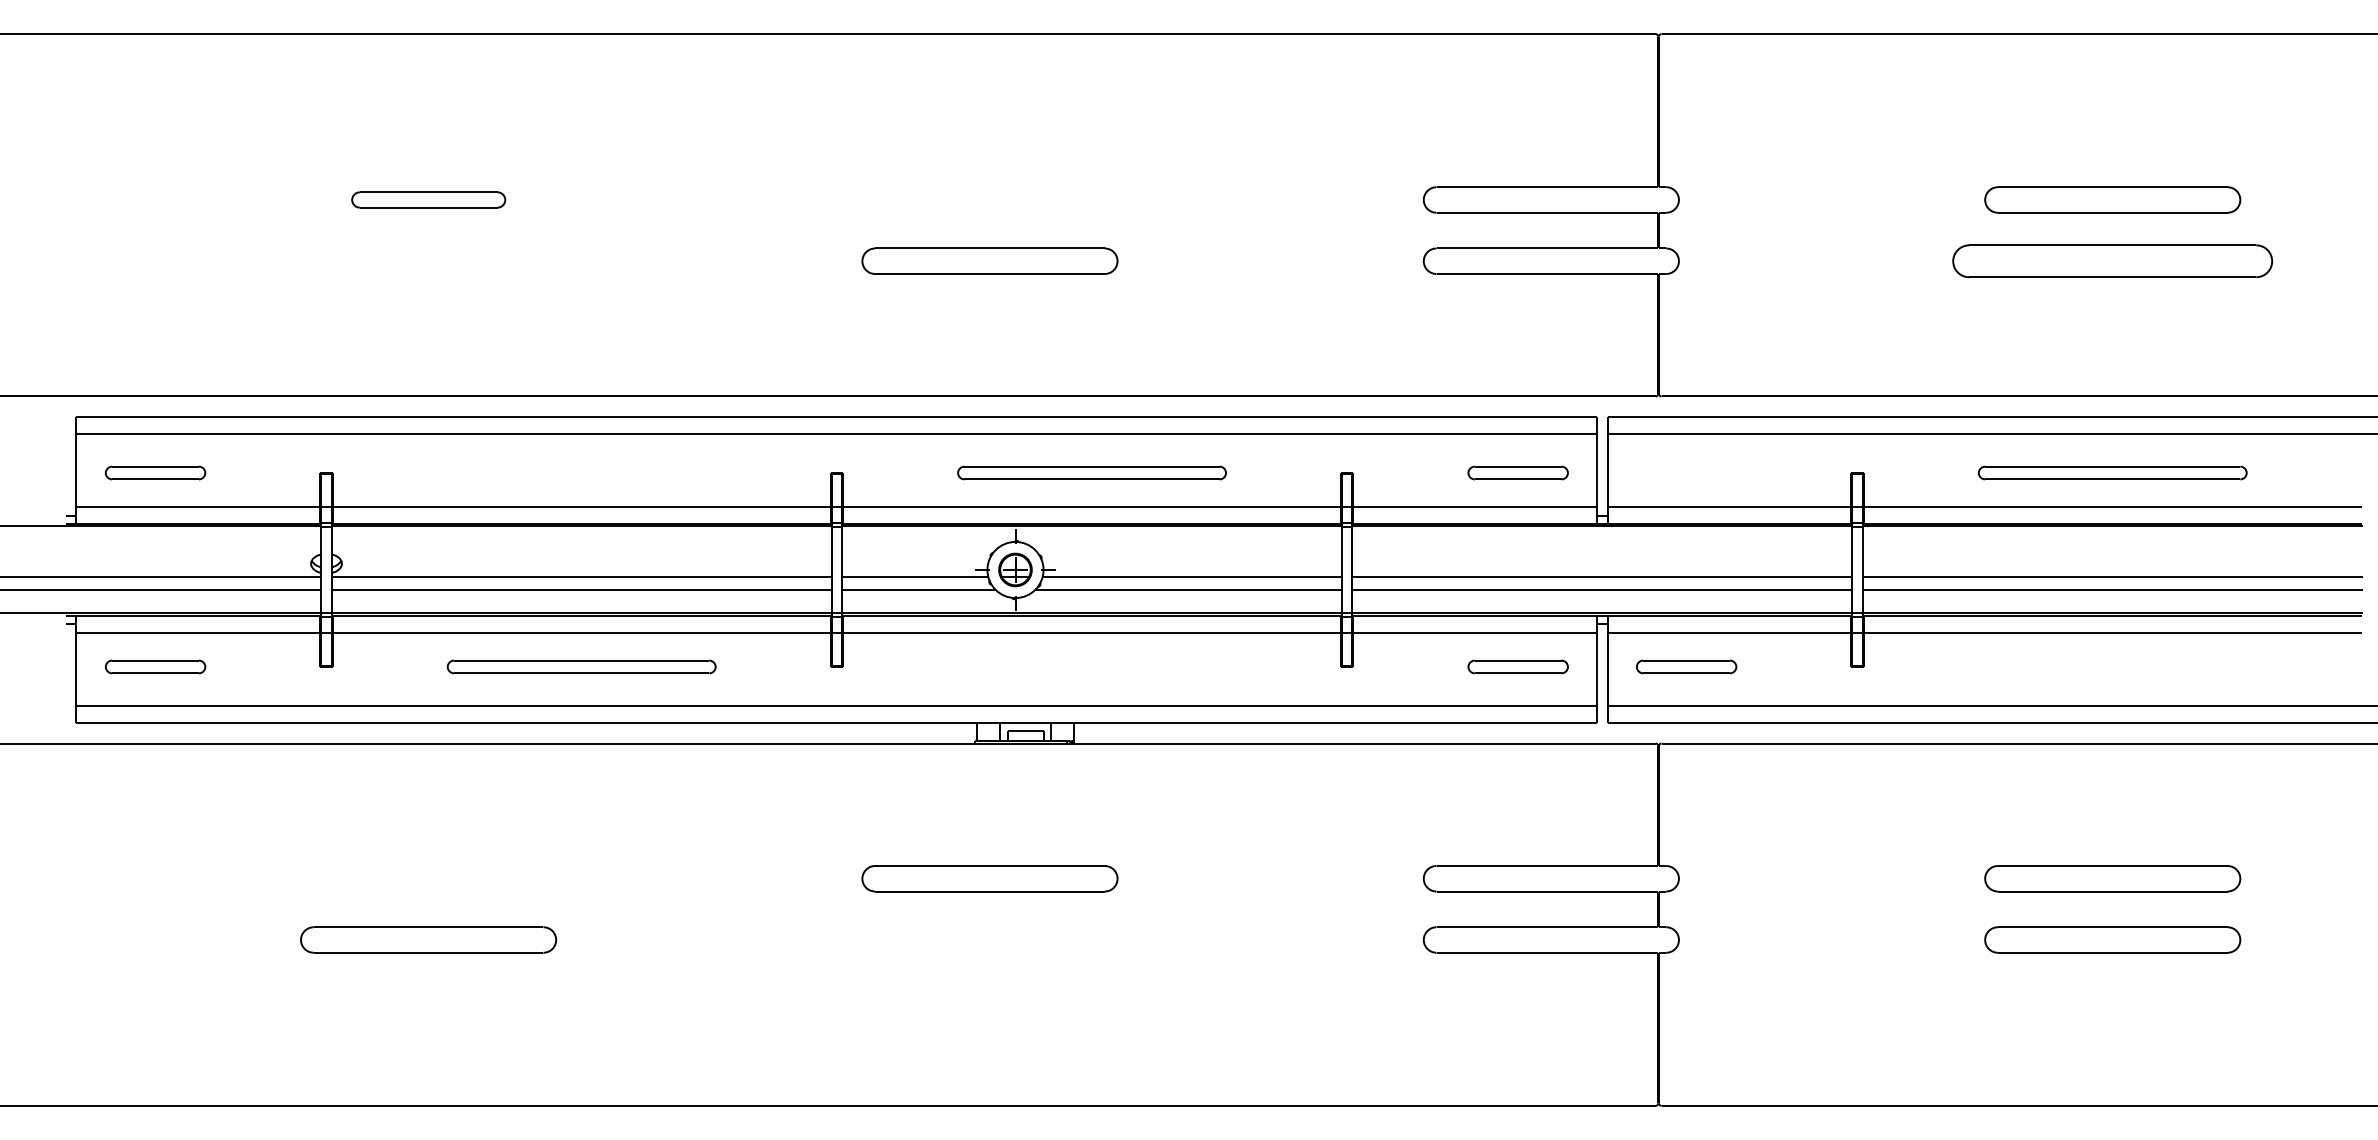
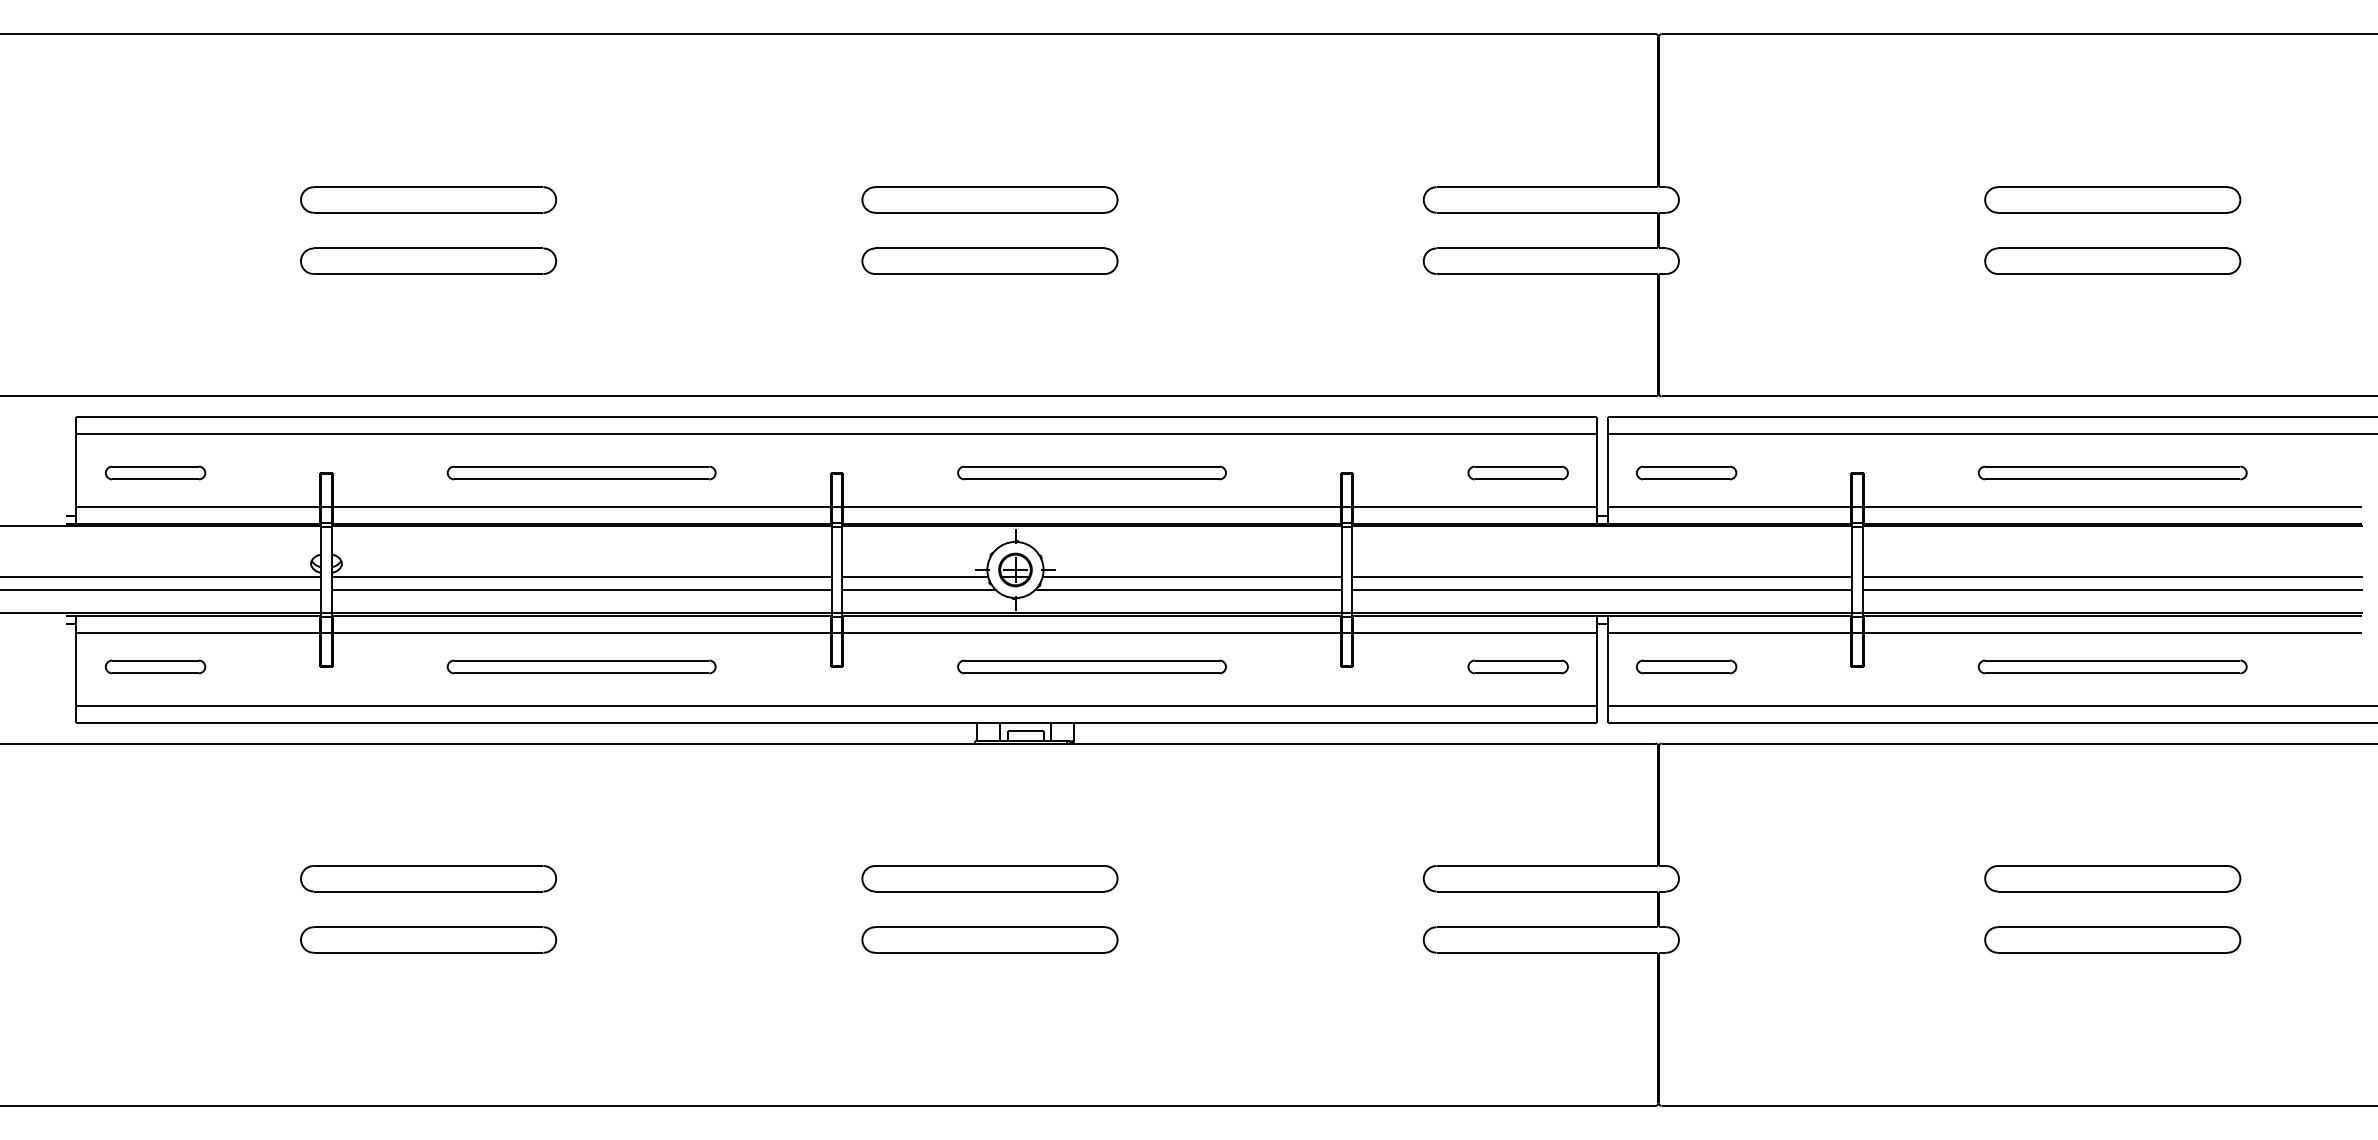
part at (428, 199) size: 156x18 px -> 258x28 px
part at (989, 199): none -> present
part at (428, 260): none -> present
part at (2112, 261) size: 322x35 px -> 258x28 px
part at (581, 472): none -> present
part at (1686, 472): none -> present
part at (1091, 666): none -> present
part at (2112, 666): none -> present
part at (428, 878): none -> present
part at (989, 939): none -> present
